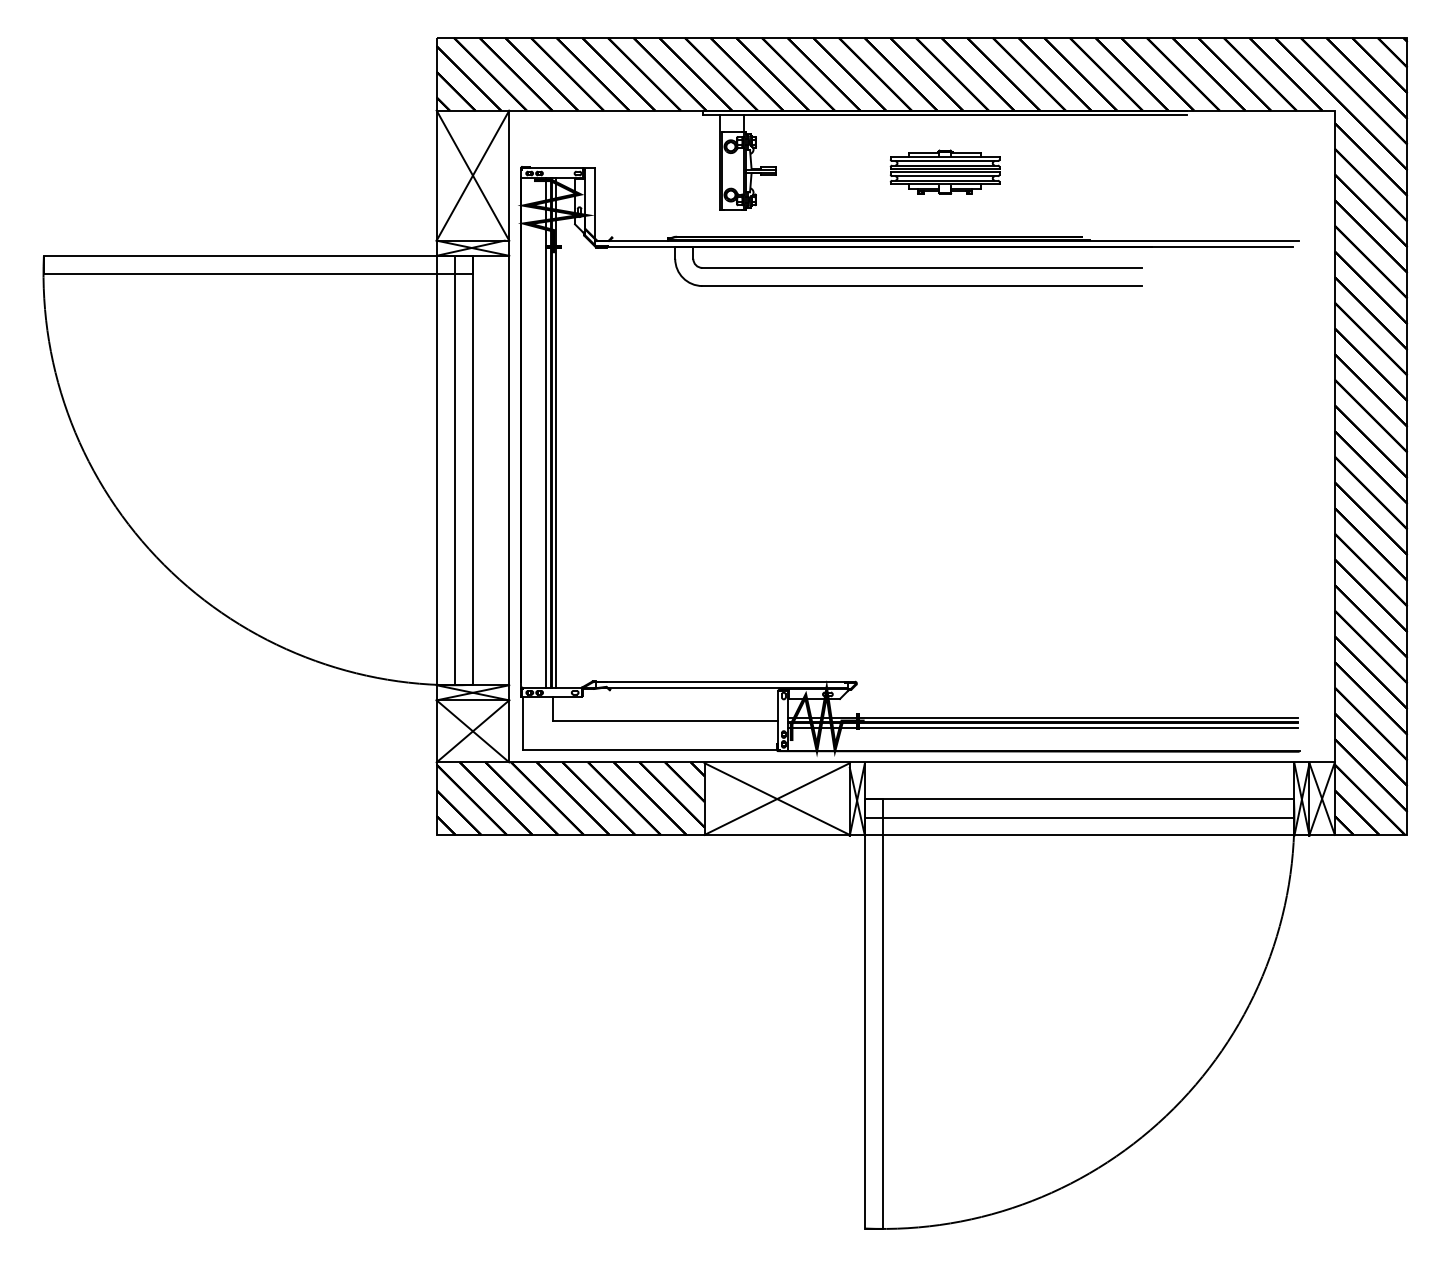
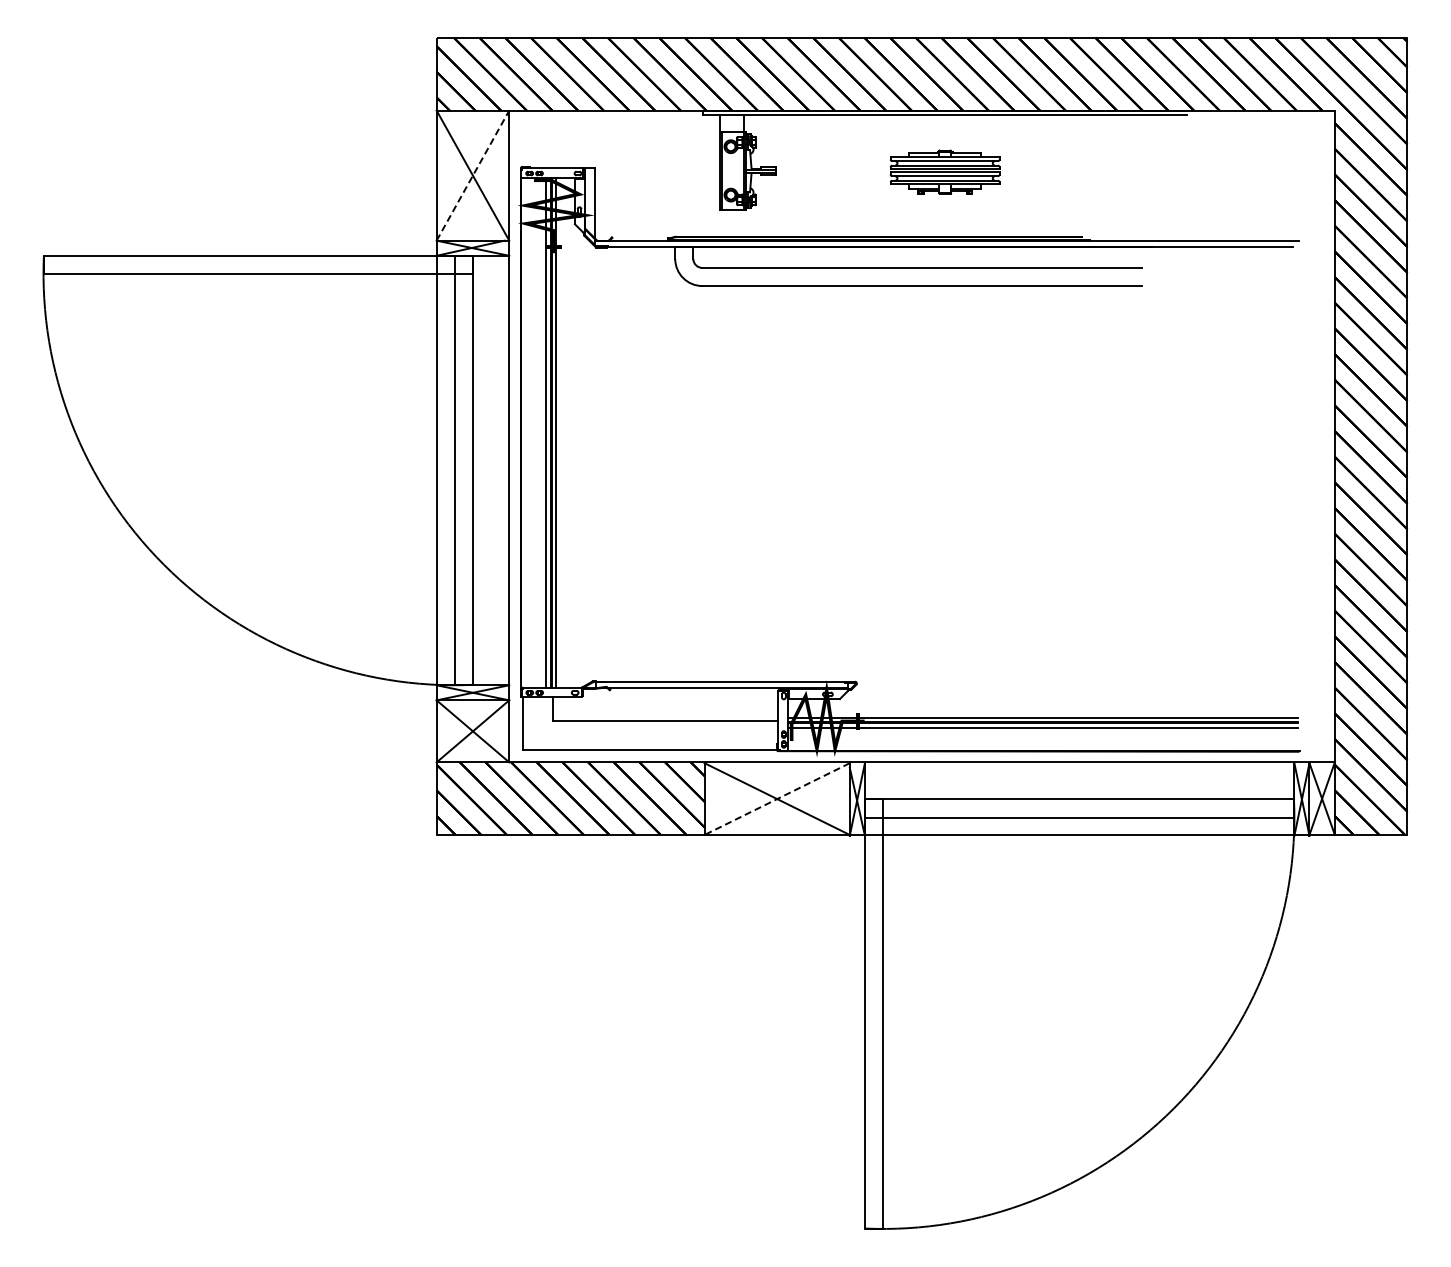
line at (473, 175): solid -> dashed
line at (777, 799): solid -> dashed
